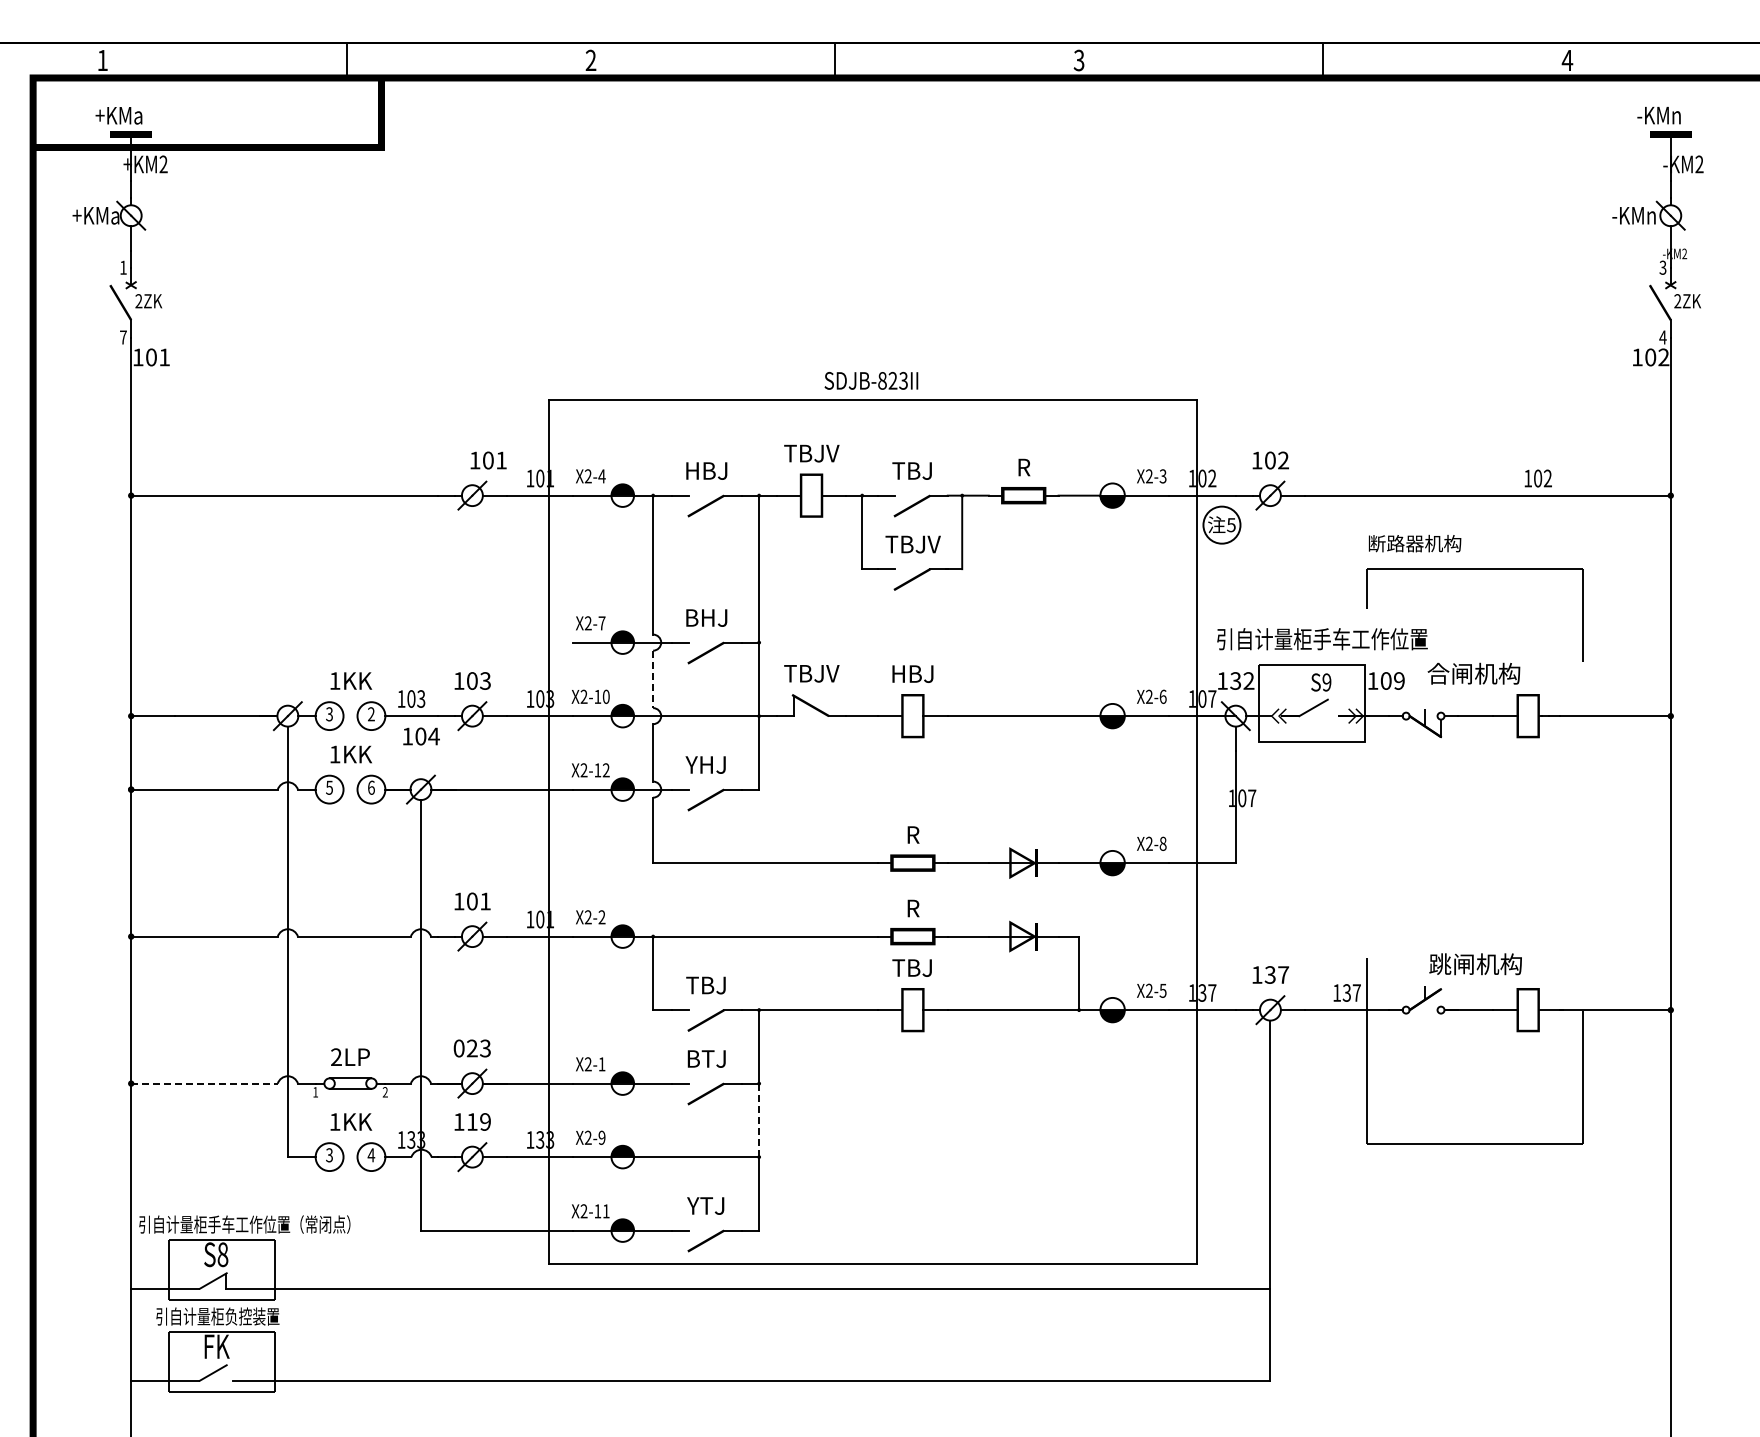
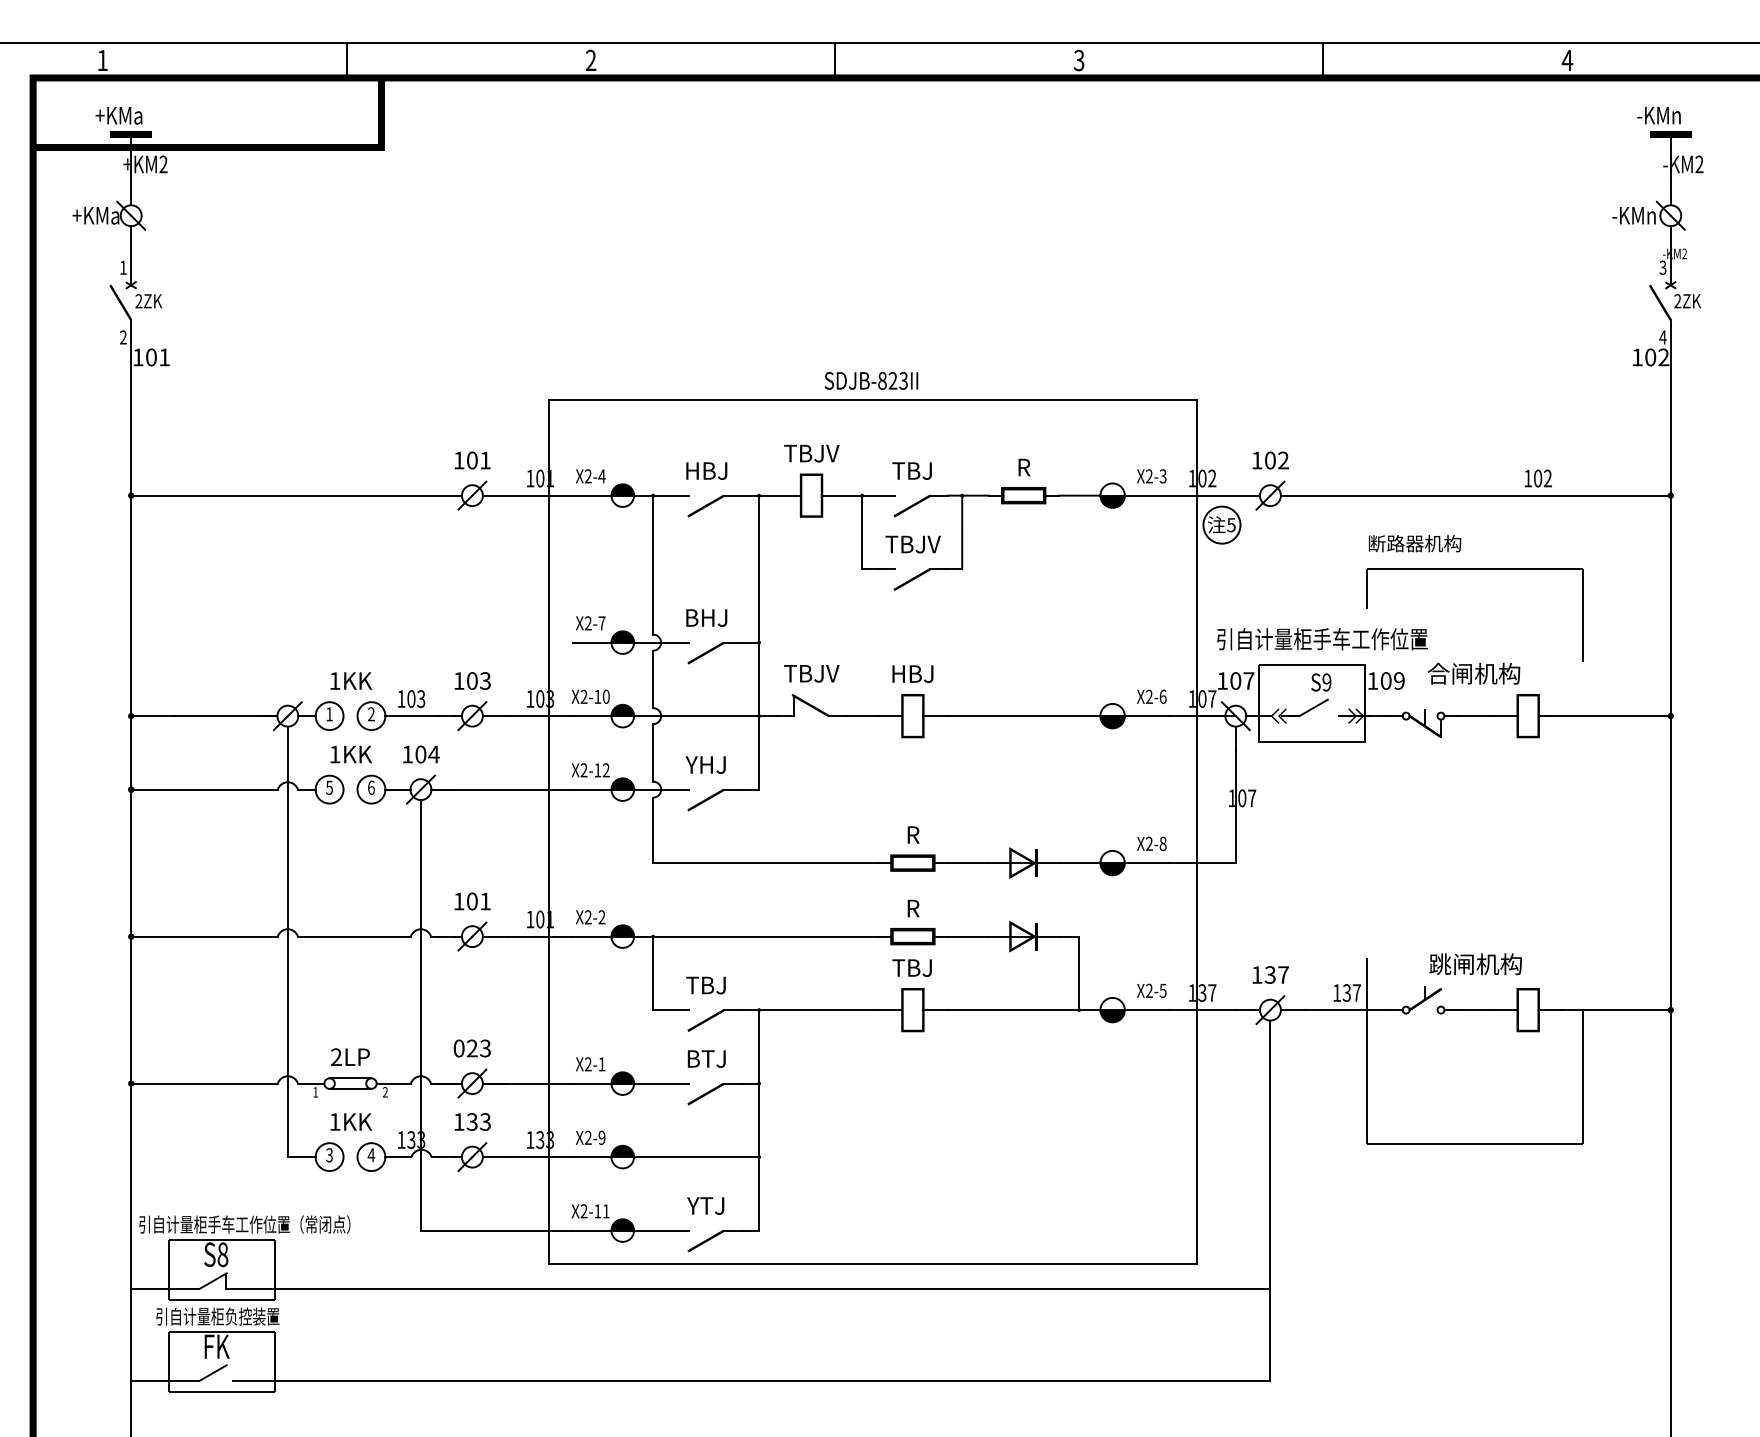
text at (123, 337): 7 -> 2
text at (488, 460) position: (488, 460) -> (472, 460)
line at (653, 679): dashed -> solid
text at (1242, 680): 132 -> 107
text at (329, 714): 3 -> 1
text at (421, 736) position: (421, 736) -> (421, 754)
line at (205, 1083): dashed -> solid
line at (759, 1120): dashed -> solid
text at (478, 1121): 119 -> 133
